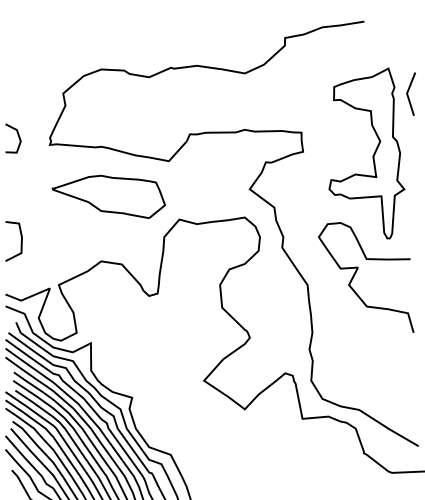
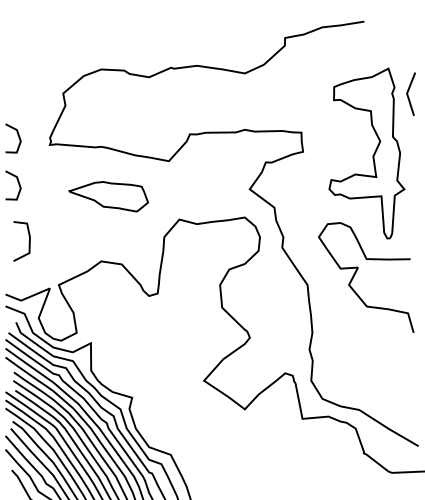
line at (17, 182): none -> present
part at (108, 196) size: 115x45 px -> 81x32 px
line at (20, 242) position: (20, 242) -> (28, 242)
